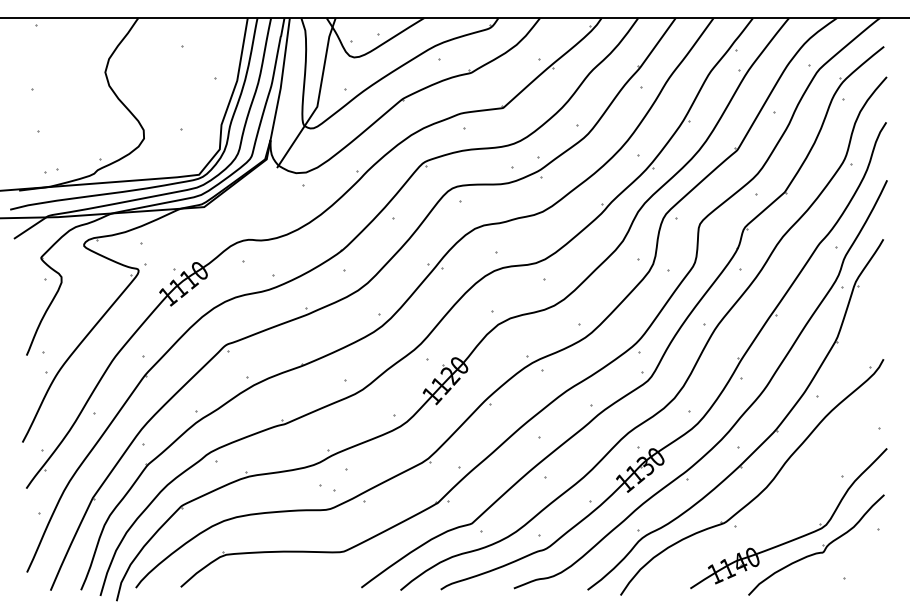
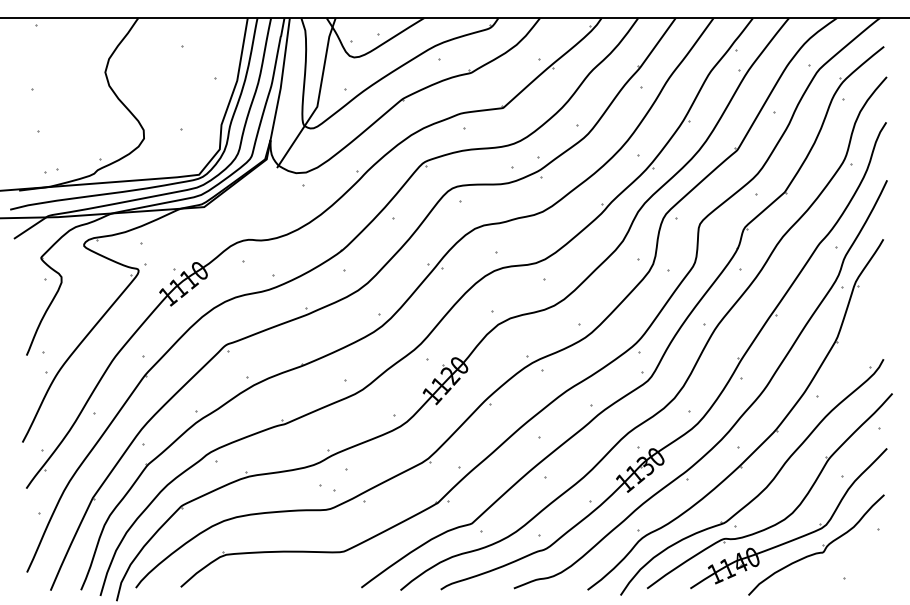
part at (787, 515): none -> present
